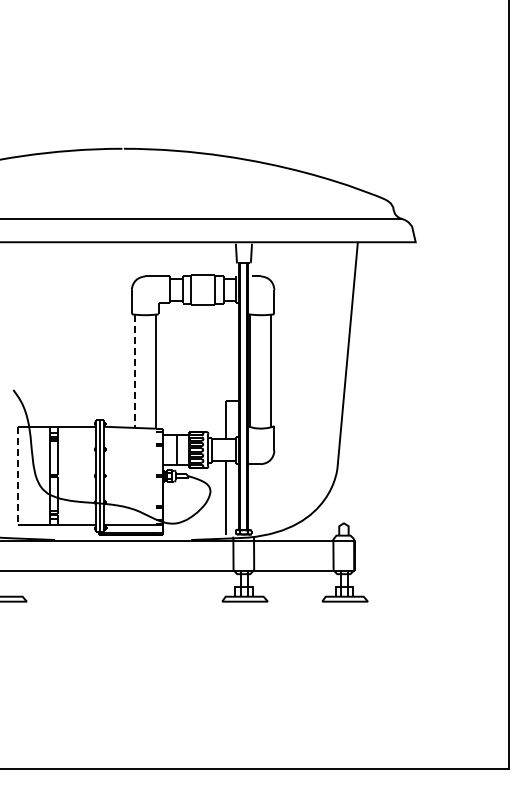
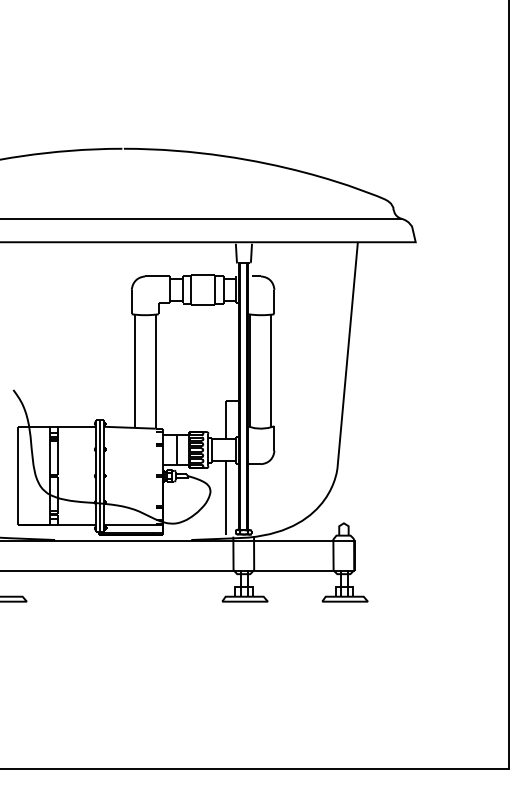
line at (134, 371): dashed -> solid
line at (18, 476): dashed -> solid
